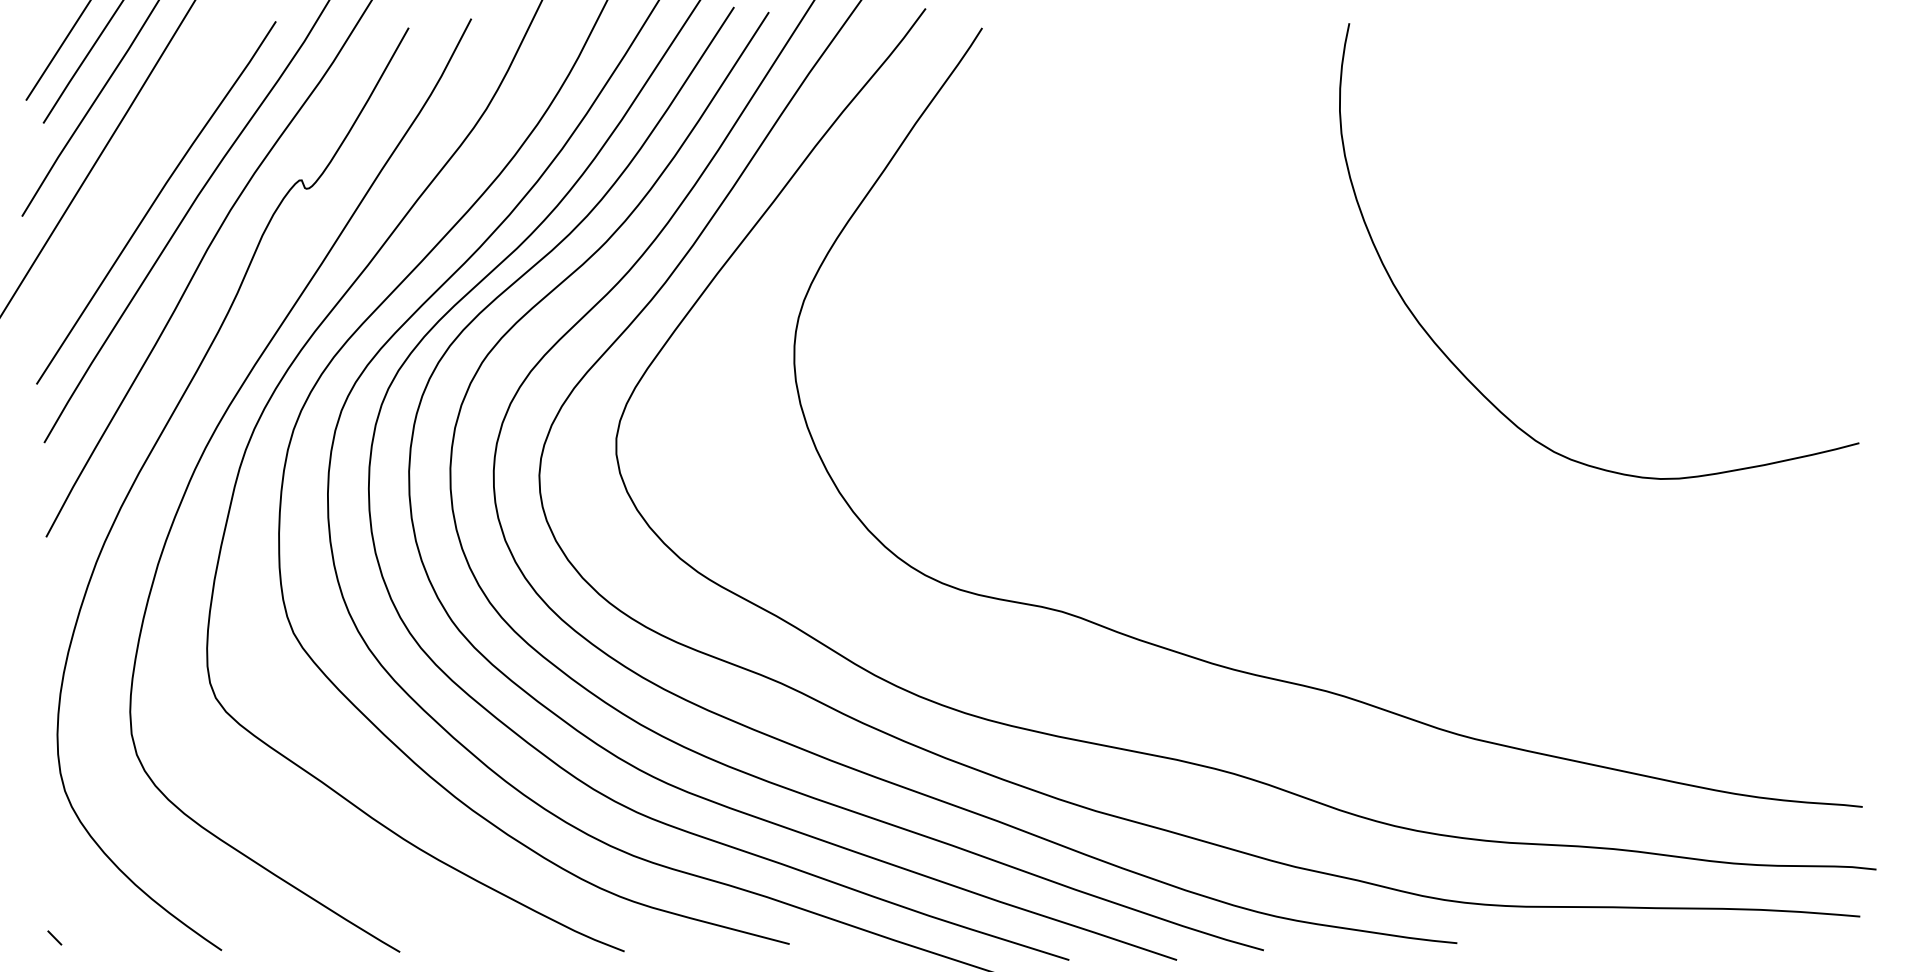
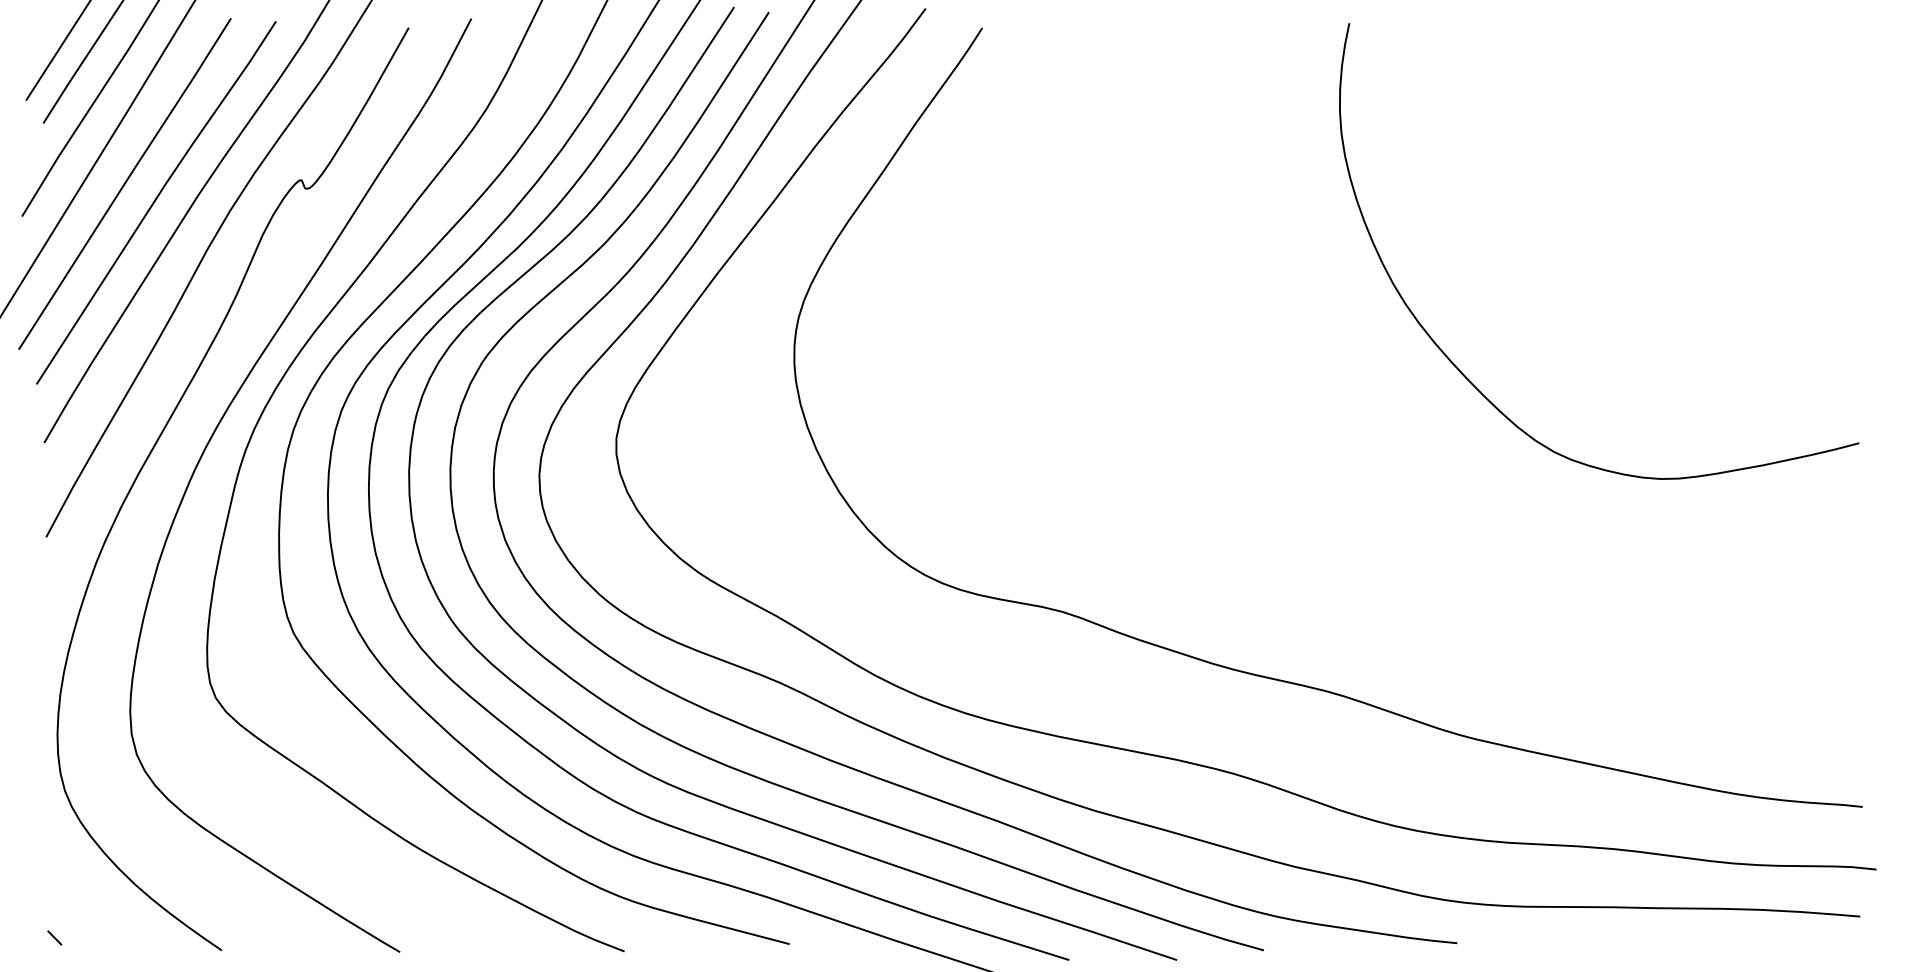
line at (124, 183): none -> present
